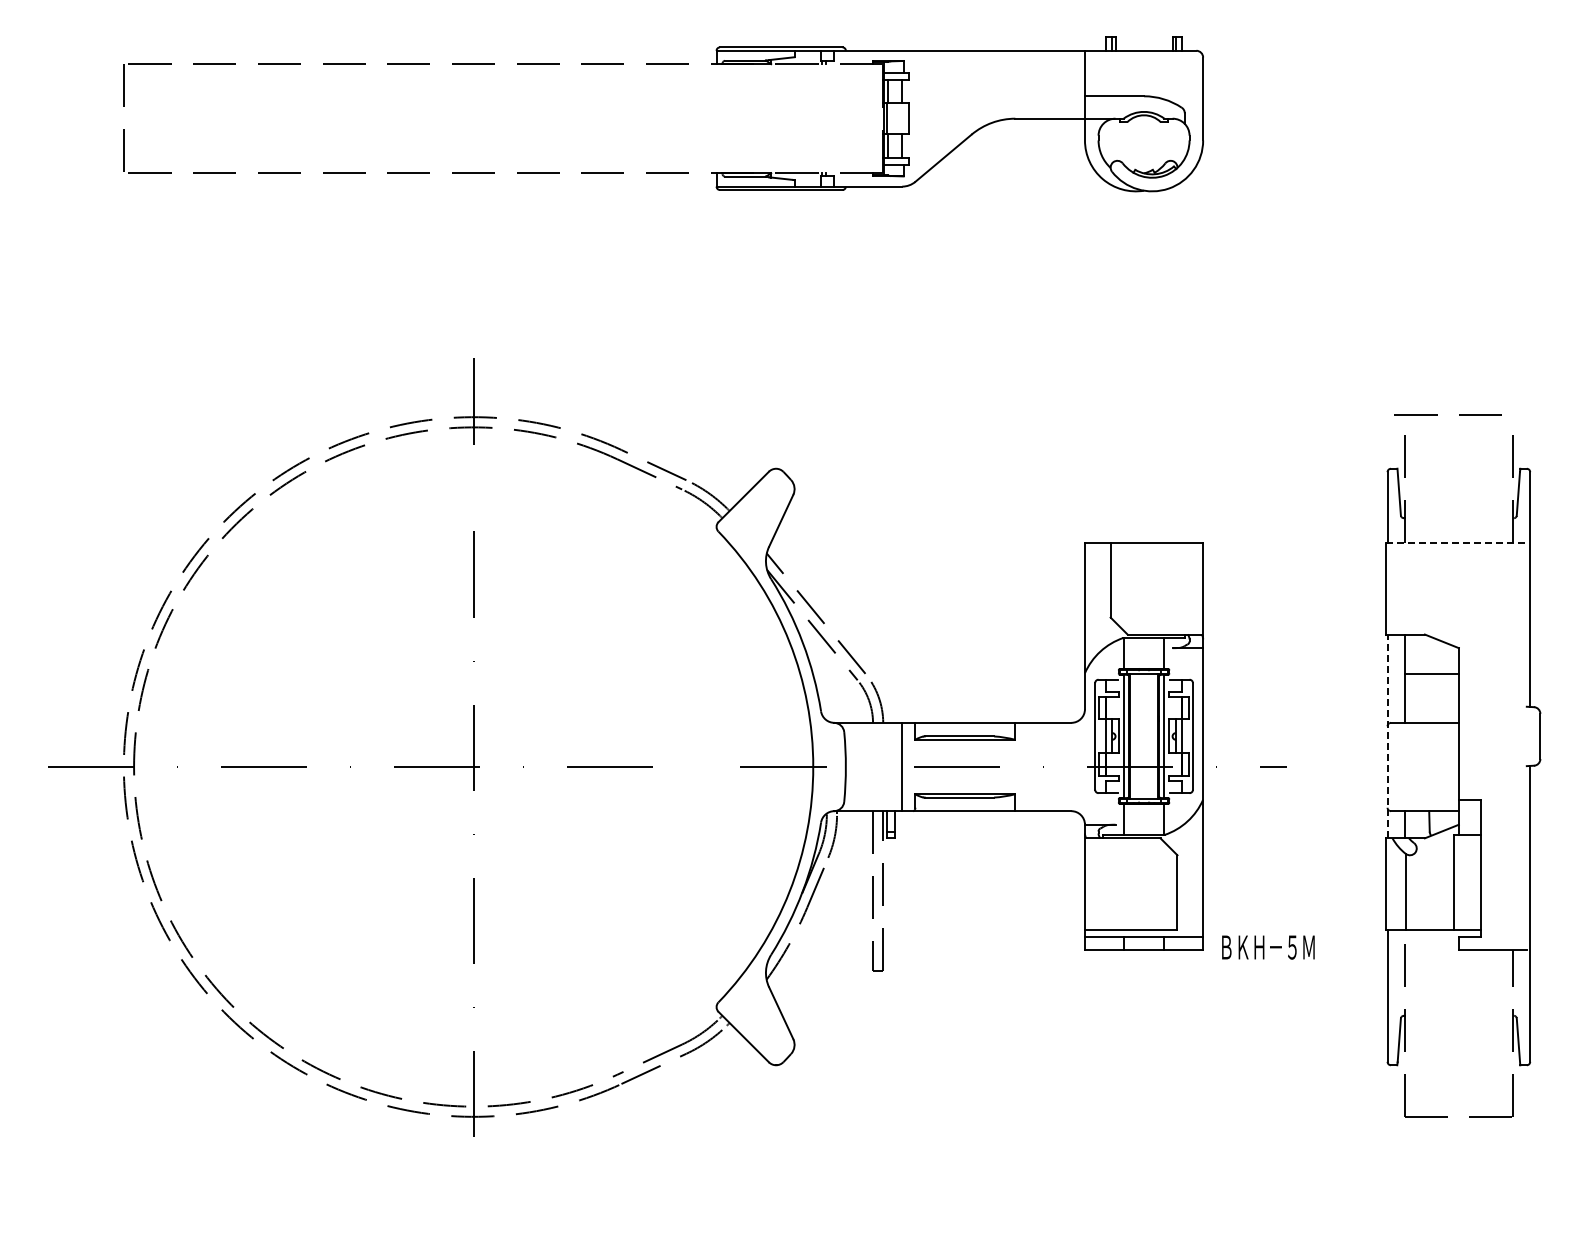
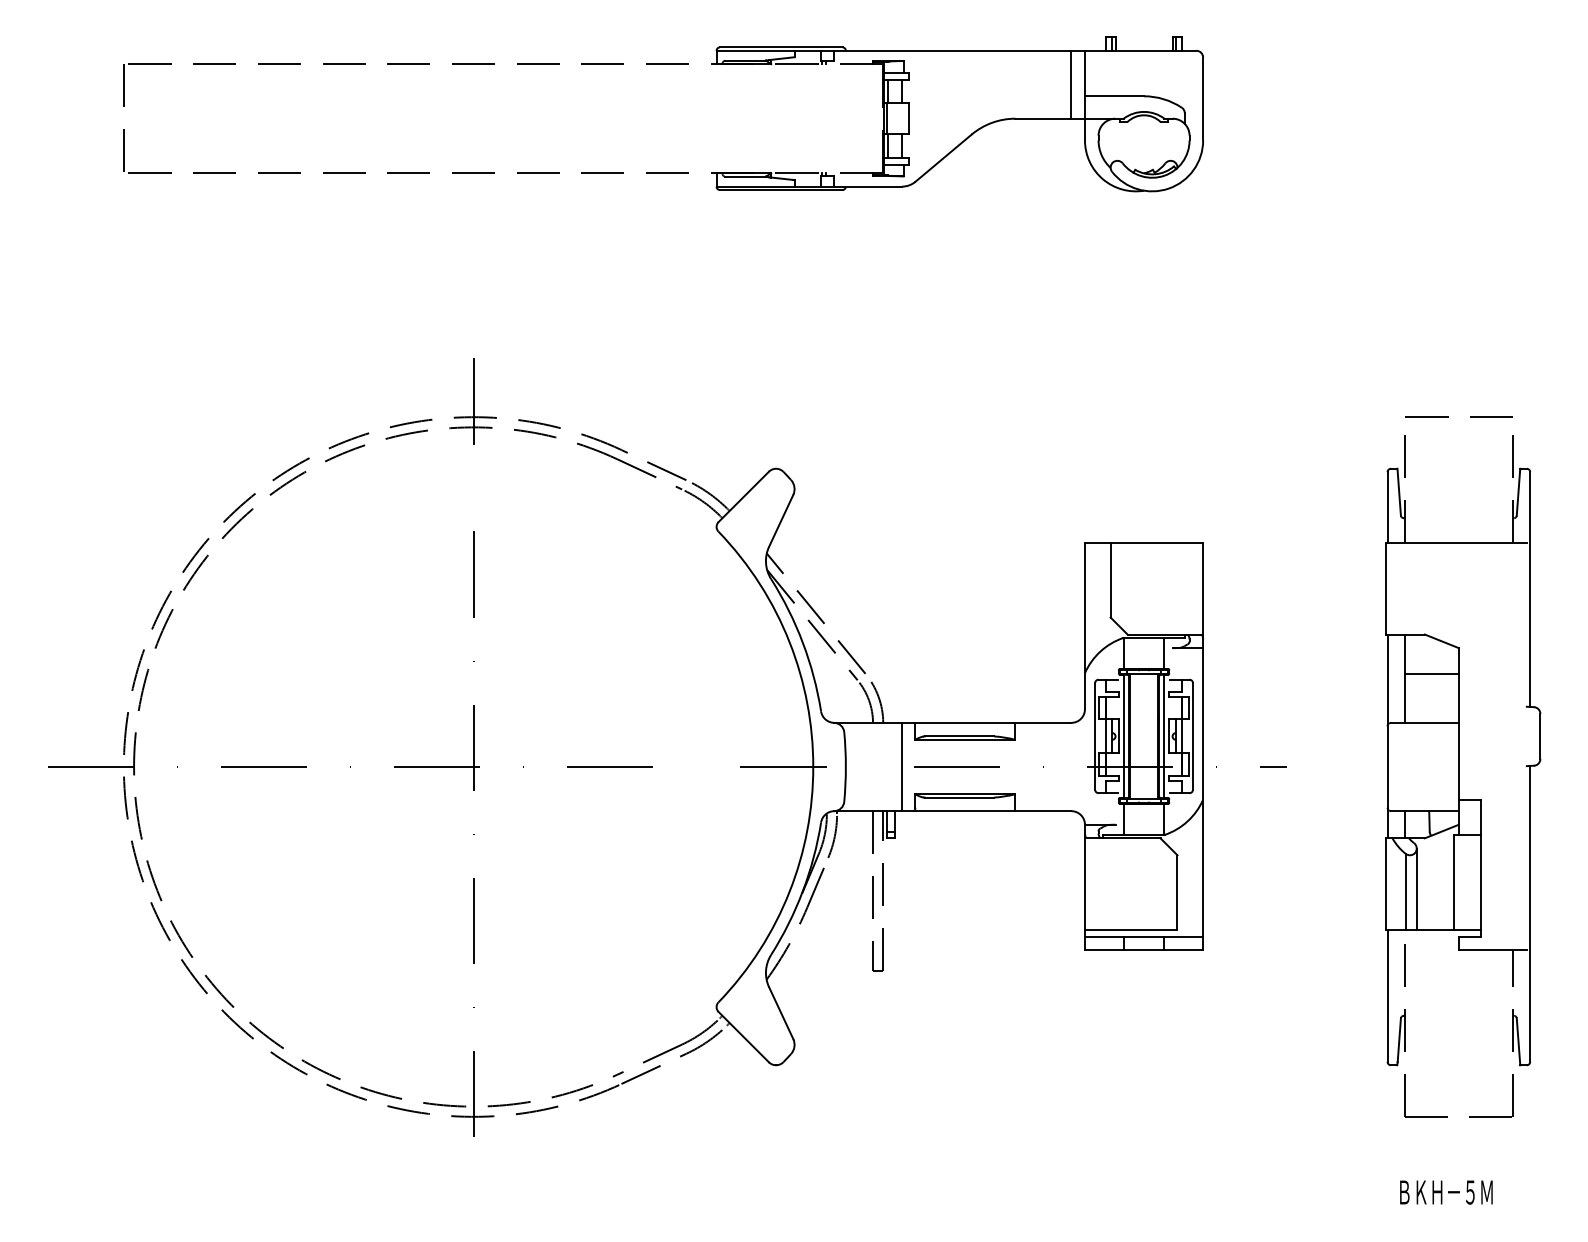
line at (1071, 84): none -> present
line at (1437, 414) position: (1437, 414) -> (1448, 416)
line at (1457, 542): dashed -> solid
line at (1387, 736): dashed -> solid
line at (1416, 889): none -> present
text at (1268, 947) position: (1268, 947) -> (1446, 1192)
